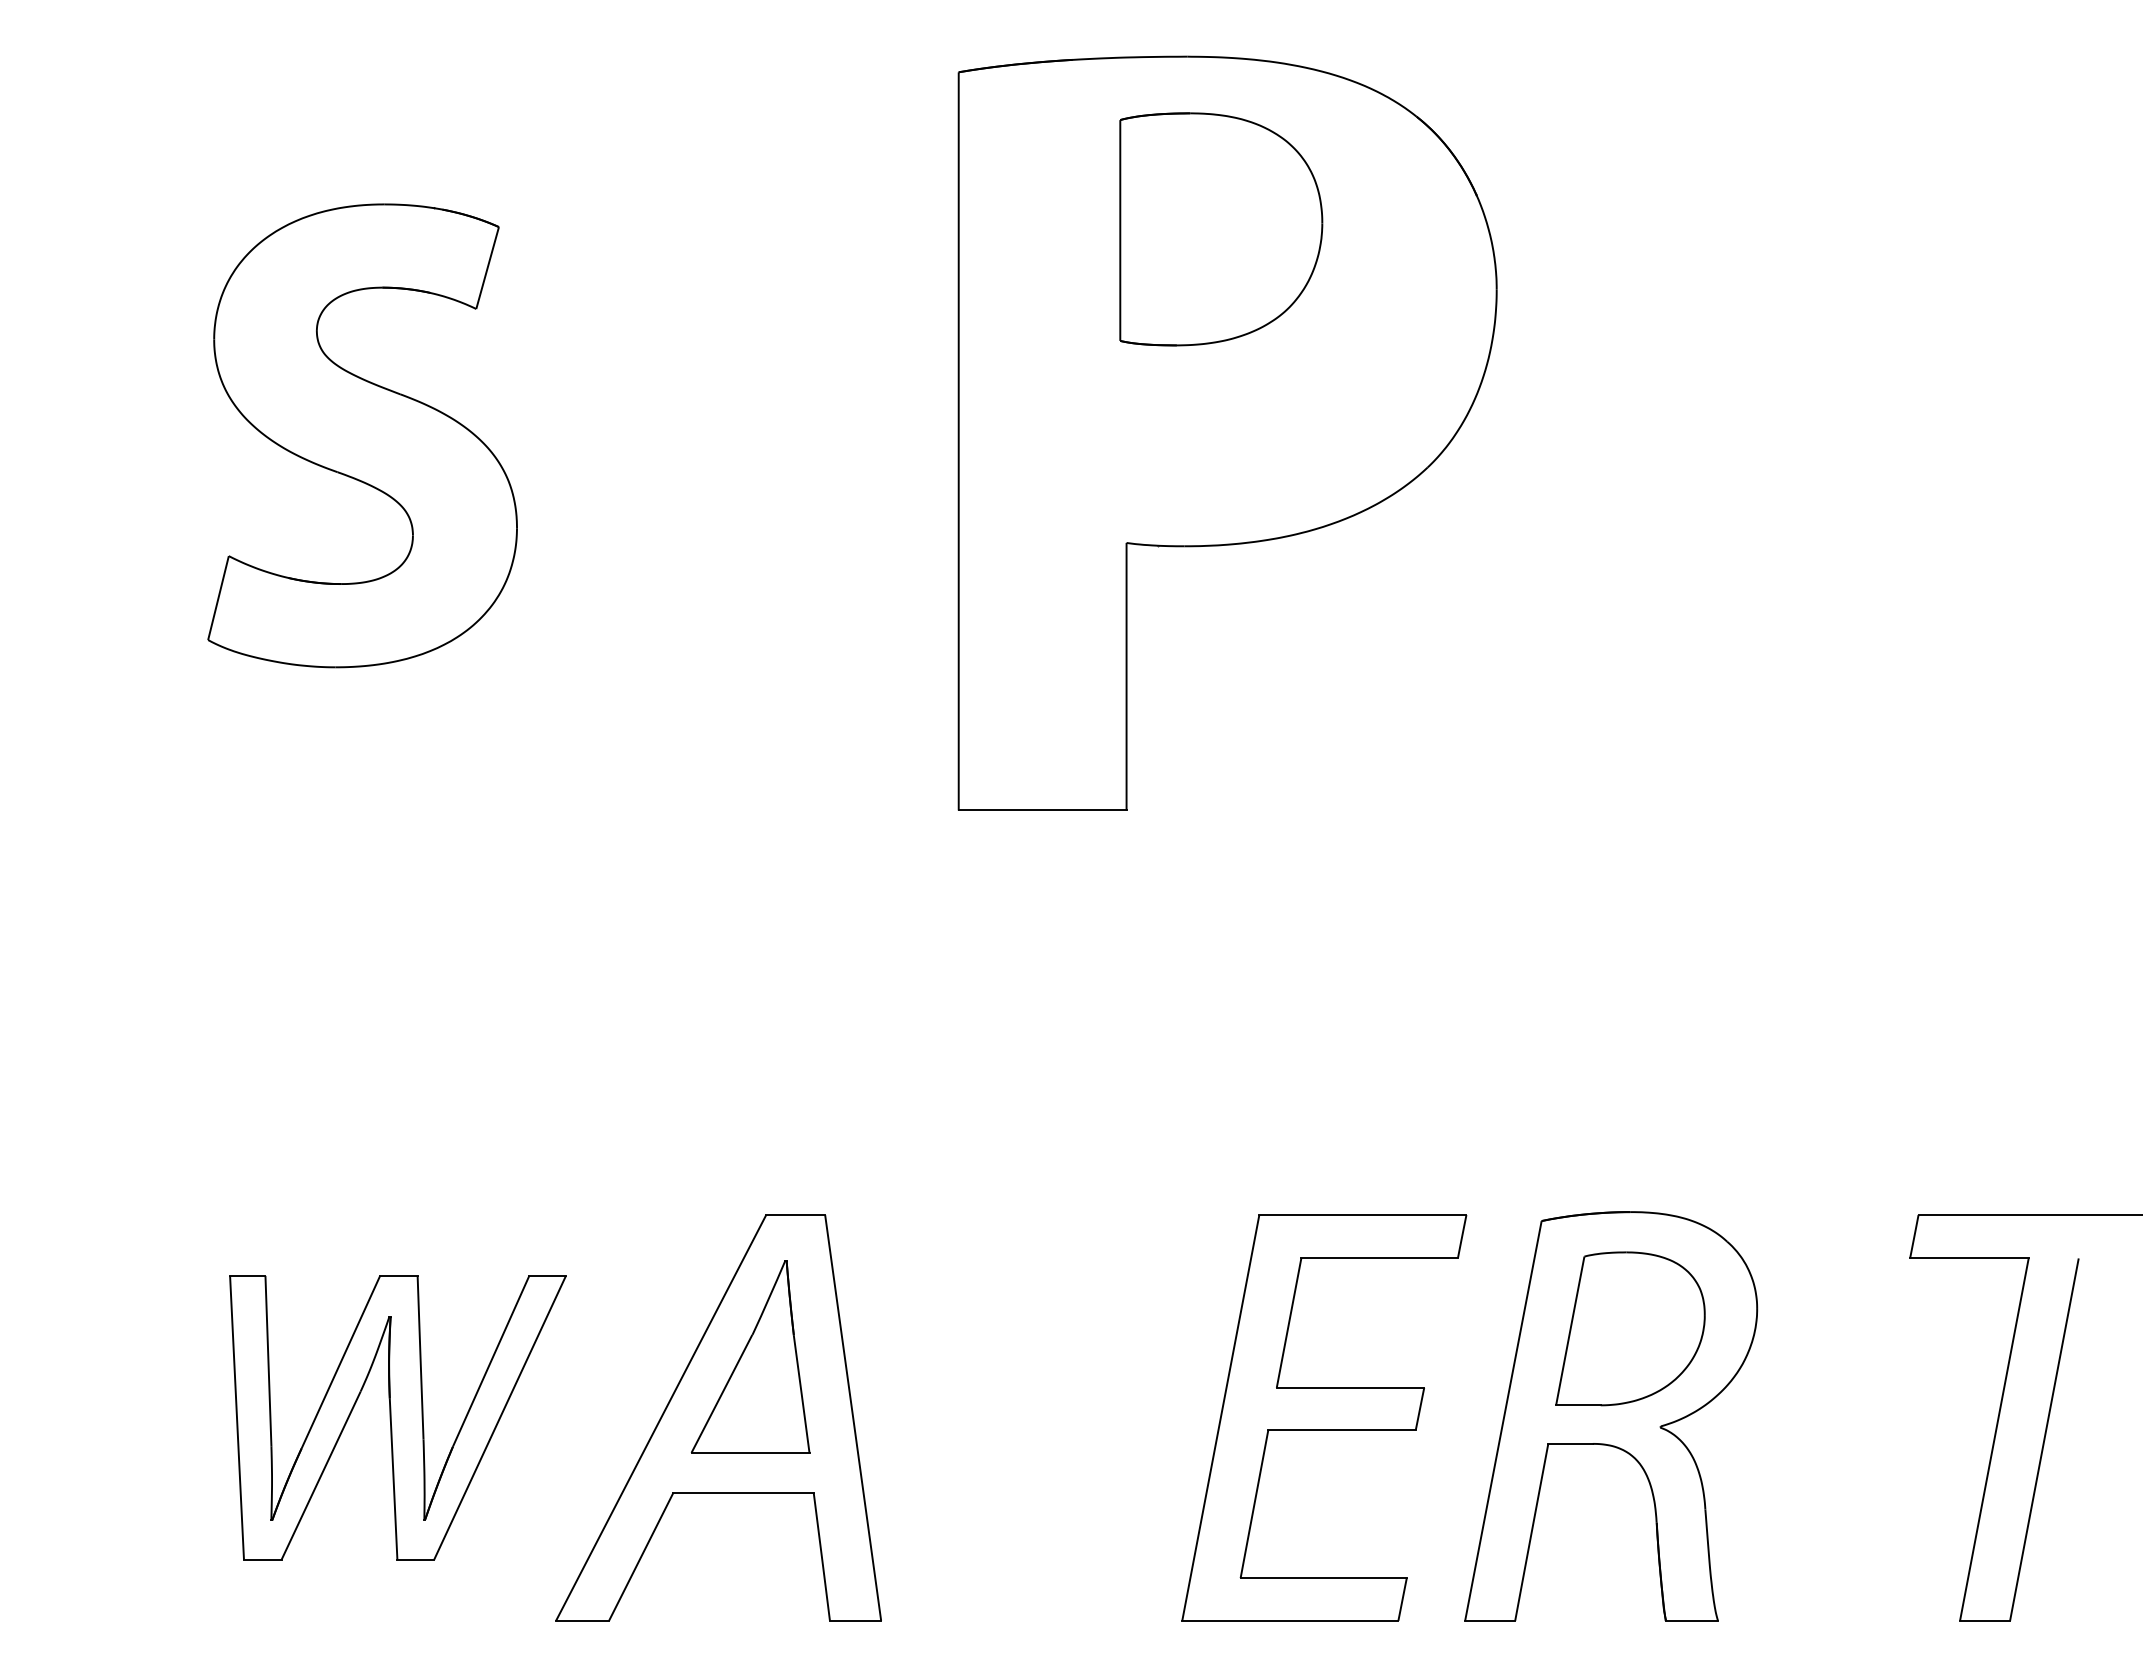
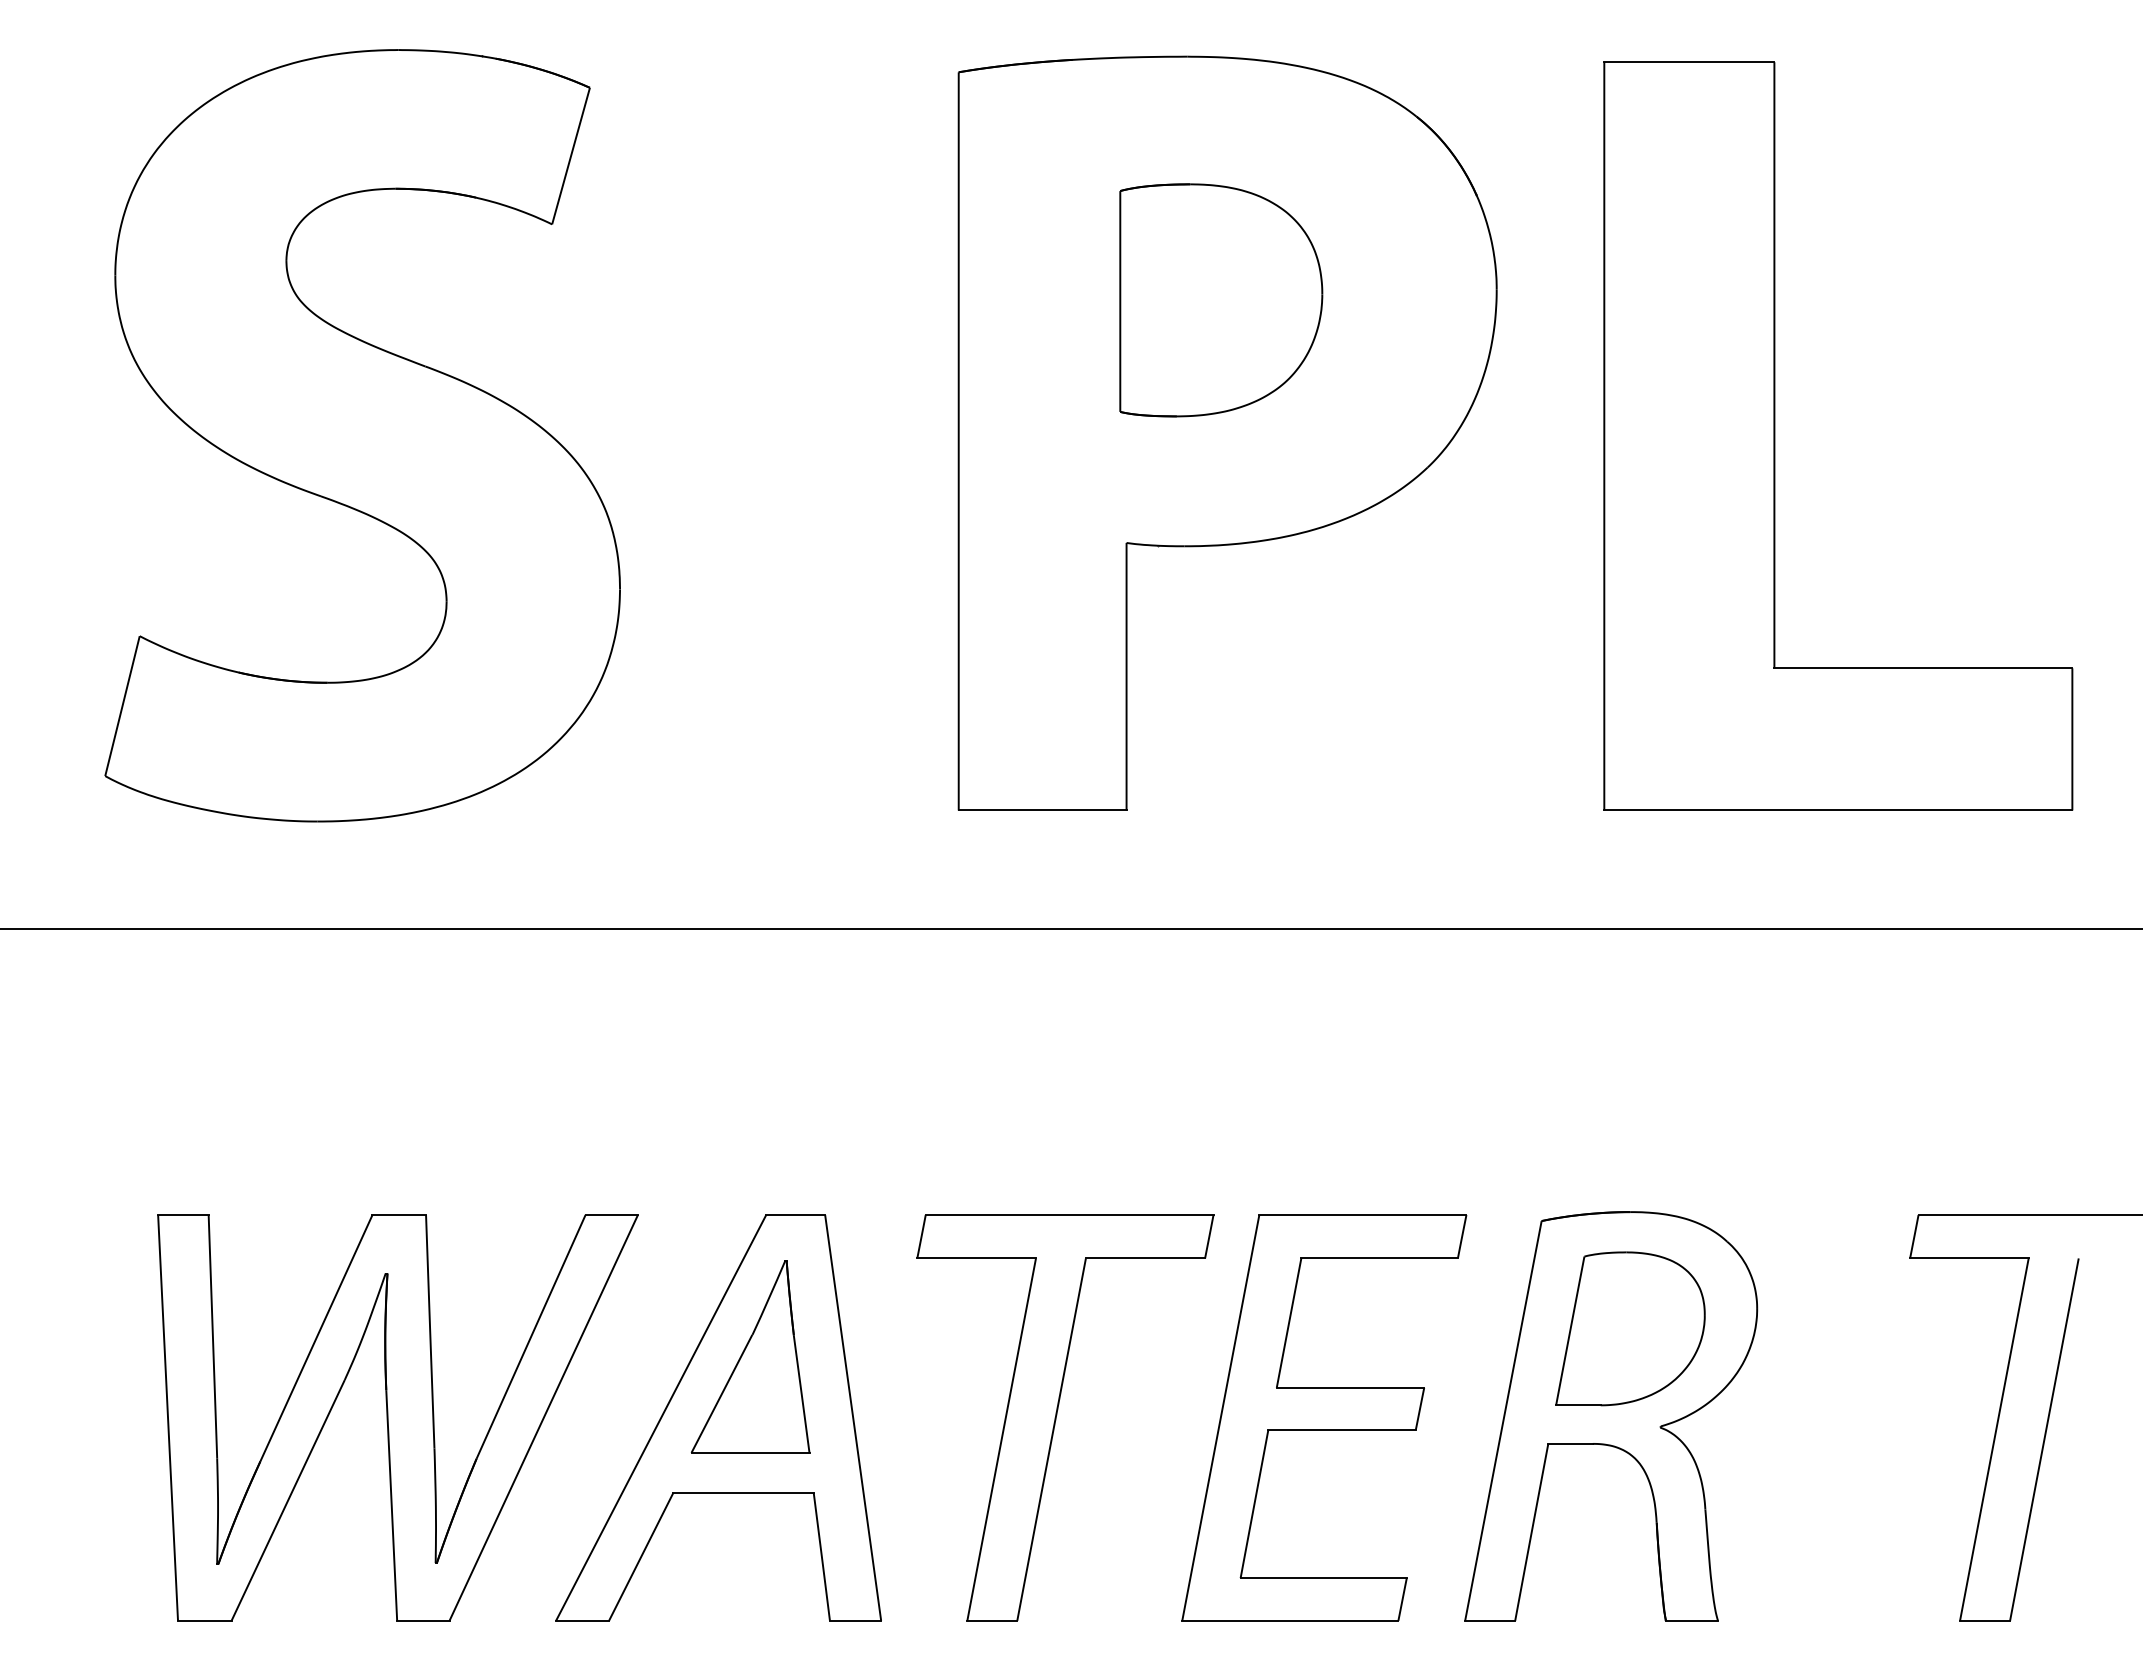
part at (1221, 229) position: (1221, 229) -> (1221, 300)
part at (362, 435) size: 311x466 px -> 517x774 px
part at (1775, 435): none -> present
line at (1070, 929): none -> present
part at (1057, 1415): none -> present
part at (397, 1417) size: 338x286 px -> 482x408 px
